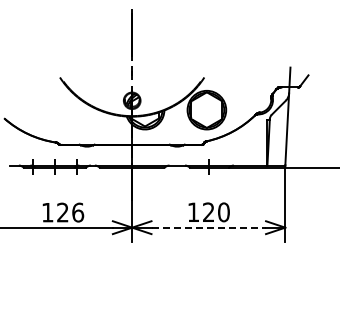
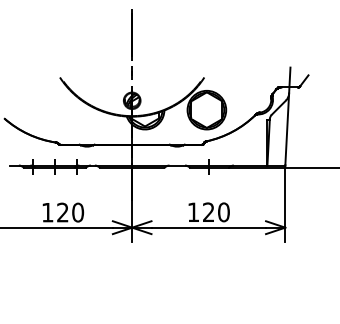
text at (78, 212): 126 -> 120
line at (209, 227): dashed -> solid
